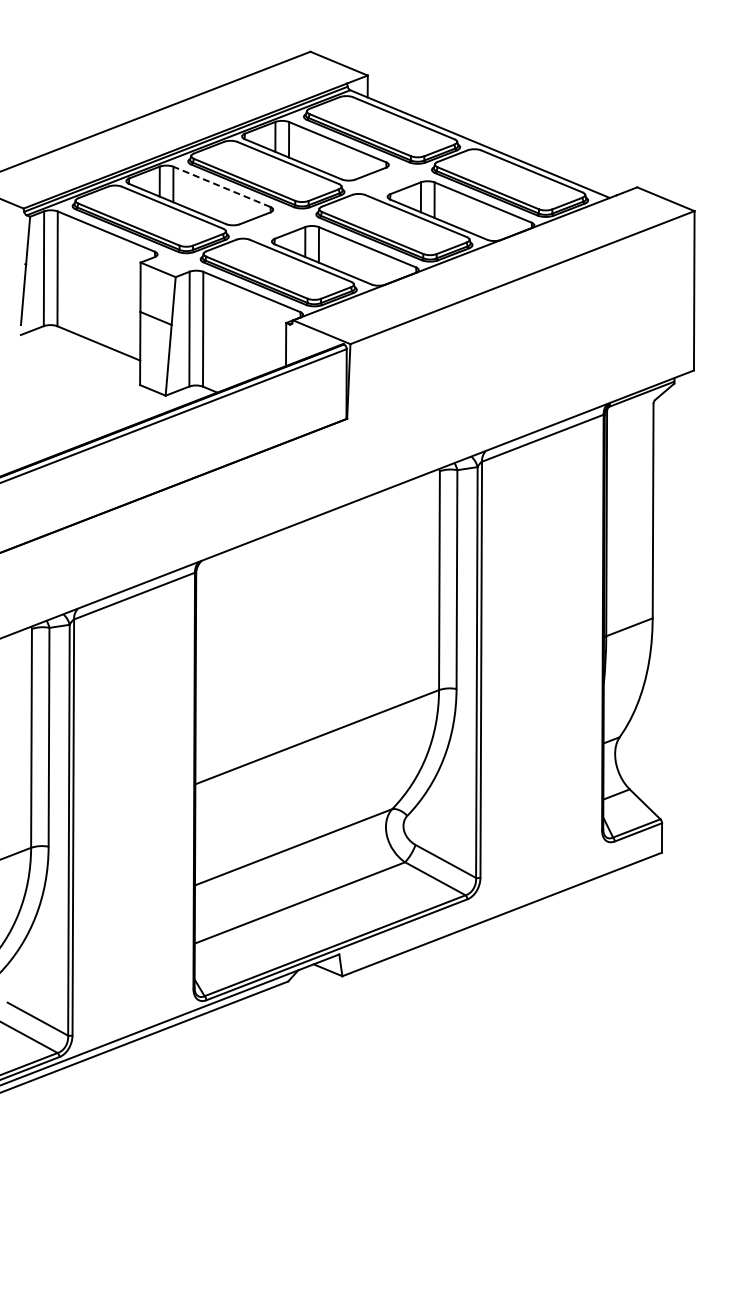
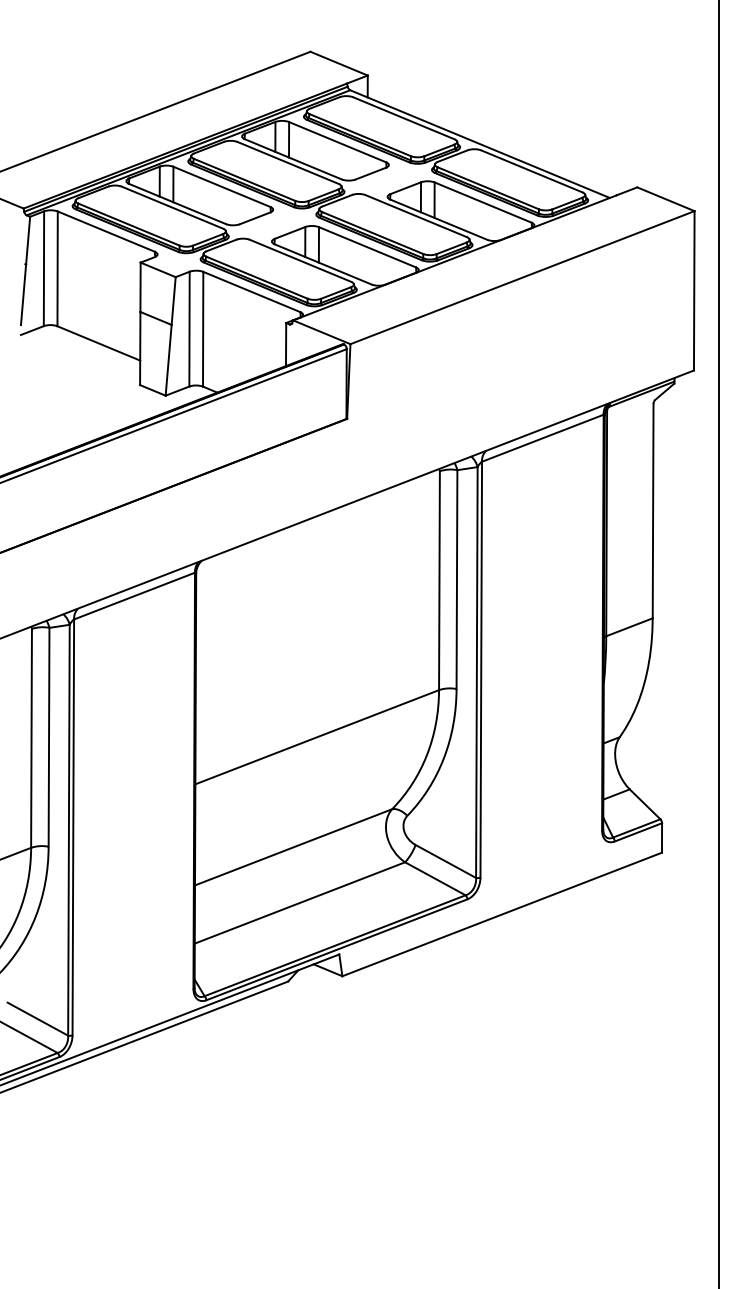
line at (221, 186): dashed -> solid
line at (718, 643): none -> present
